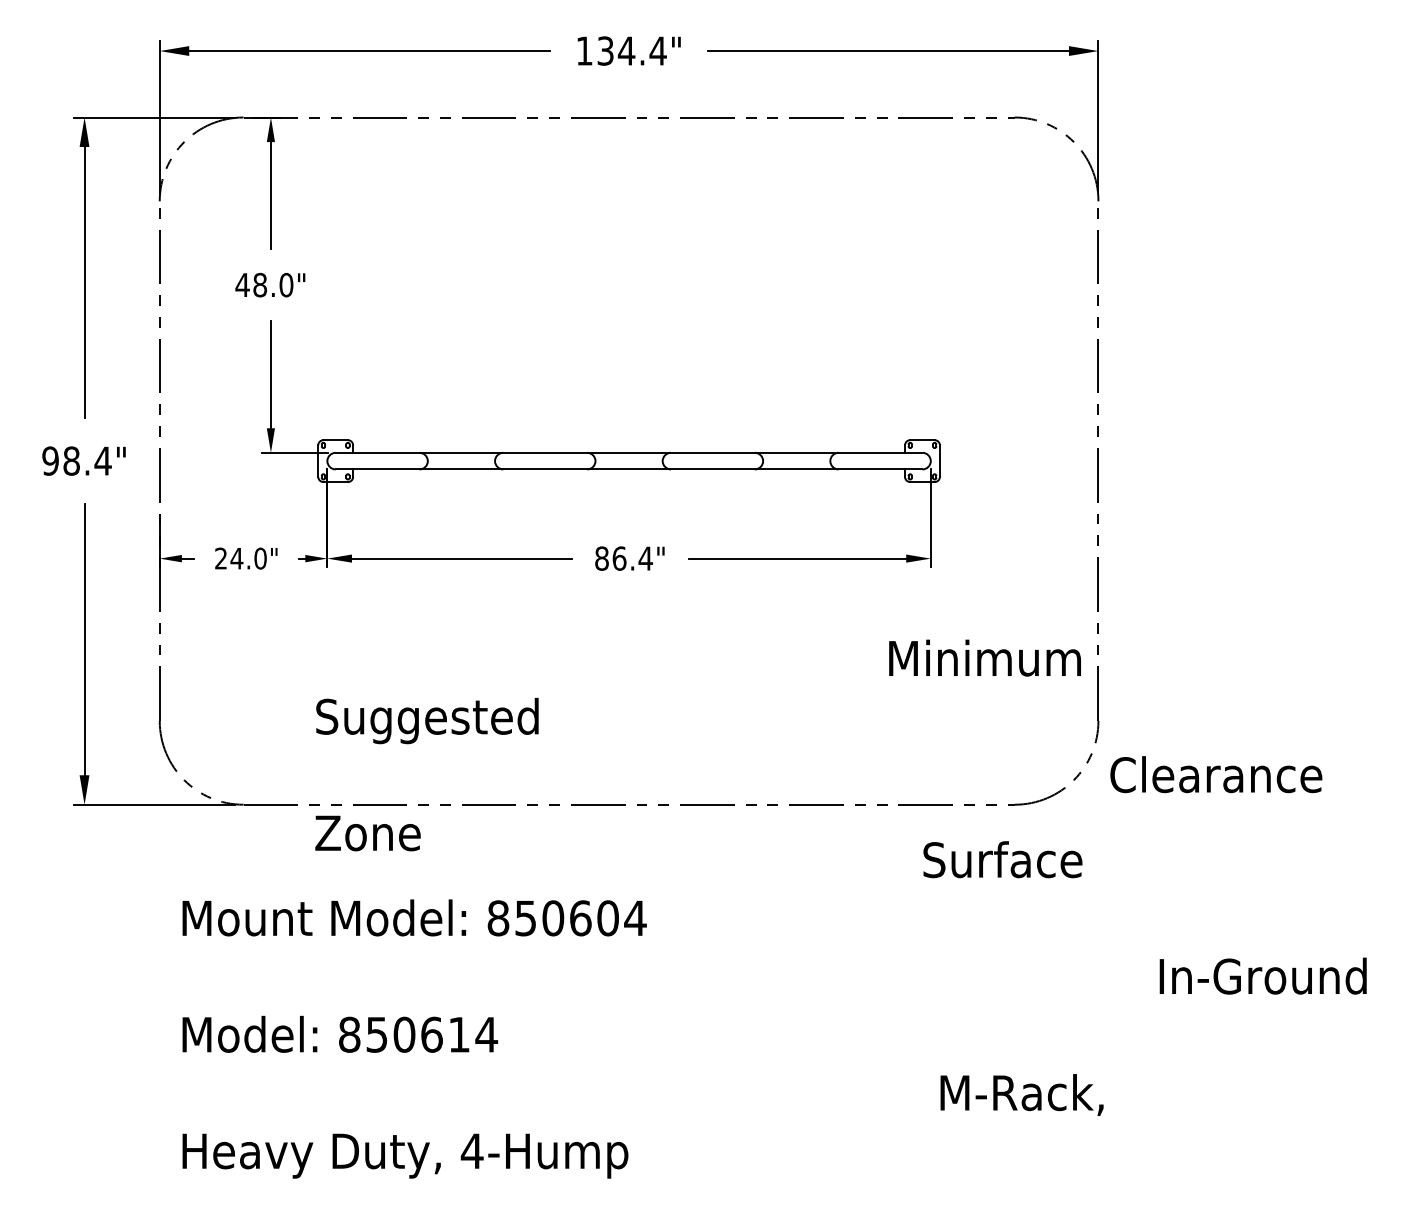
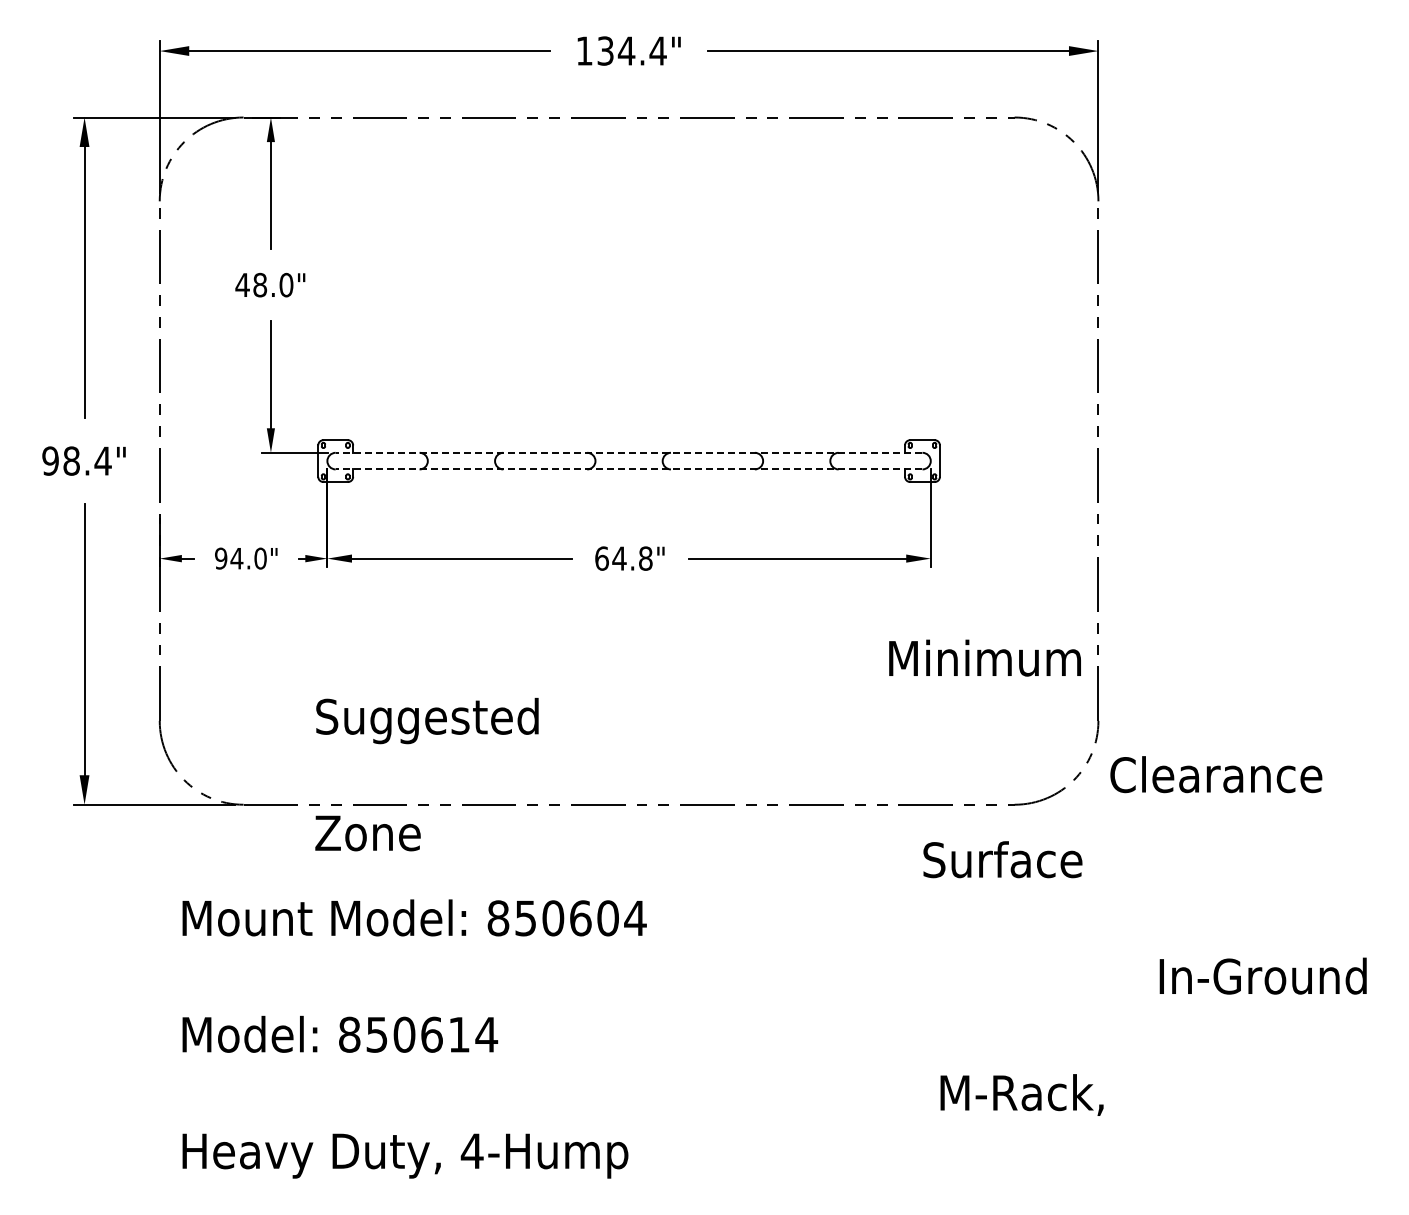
line at (628, 452): solid -> dashed
line at (628, 469): solid -> dashed
text at (221, 558): 24.0" -> 94.0"
text at (623, 558): 86.4" -> 64.8"
